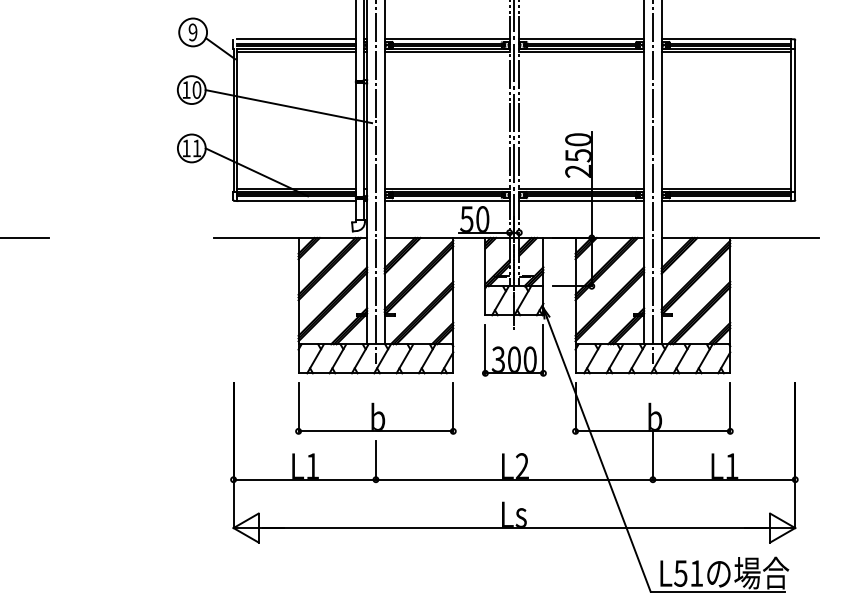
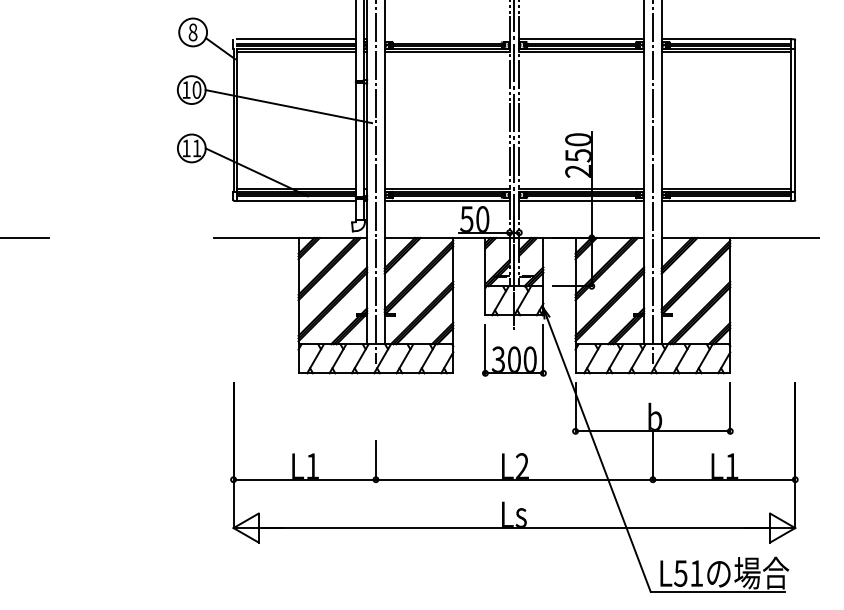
text at (192, 32): 9 -> 8
line at (446, 39): present -> none
part at (375, 408): present -> none
